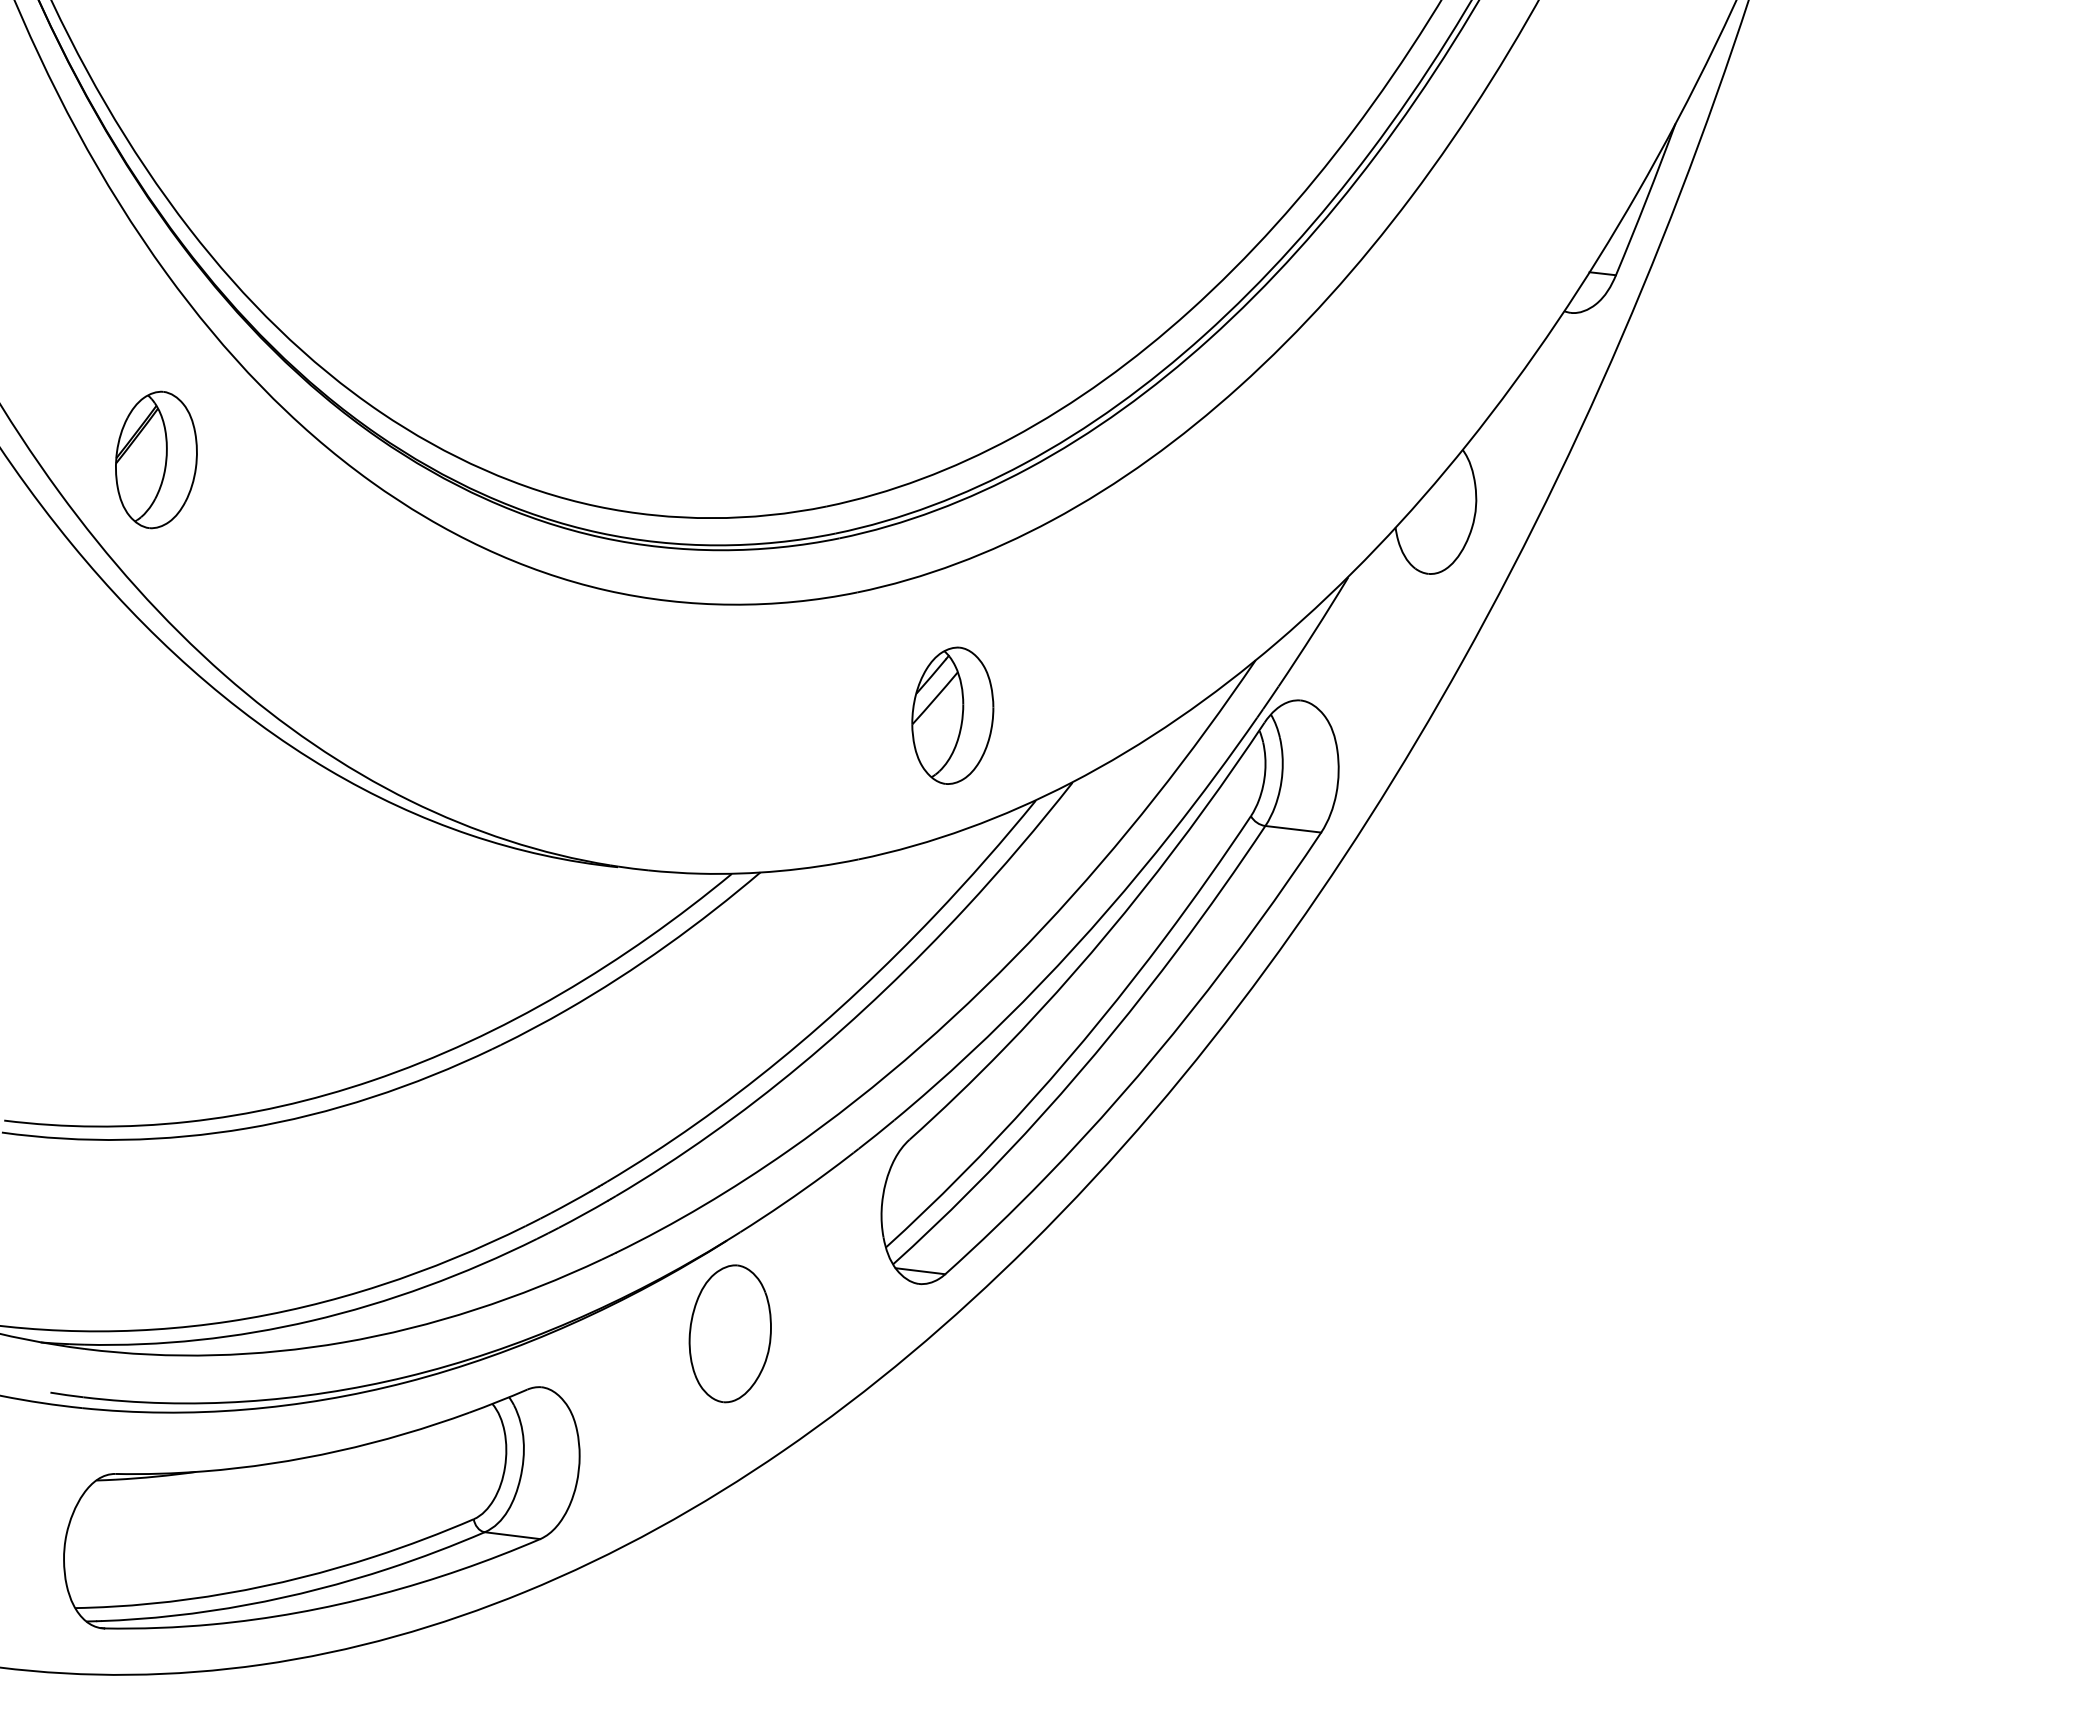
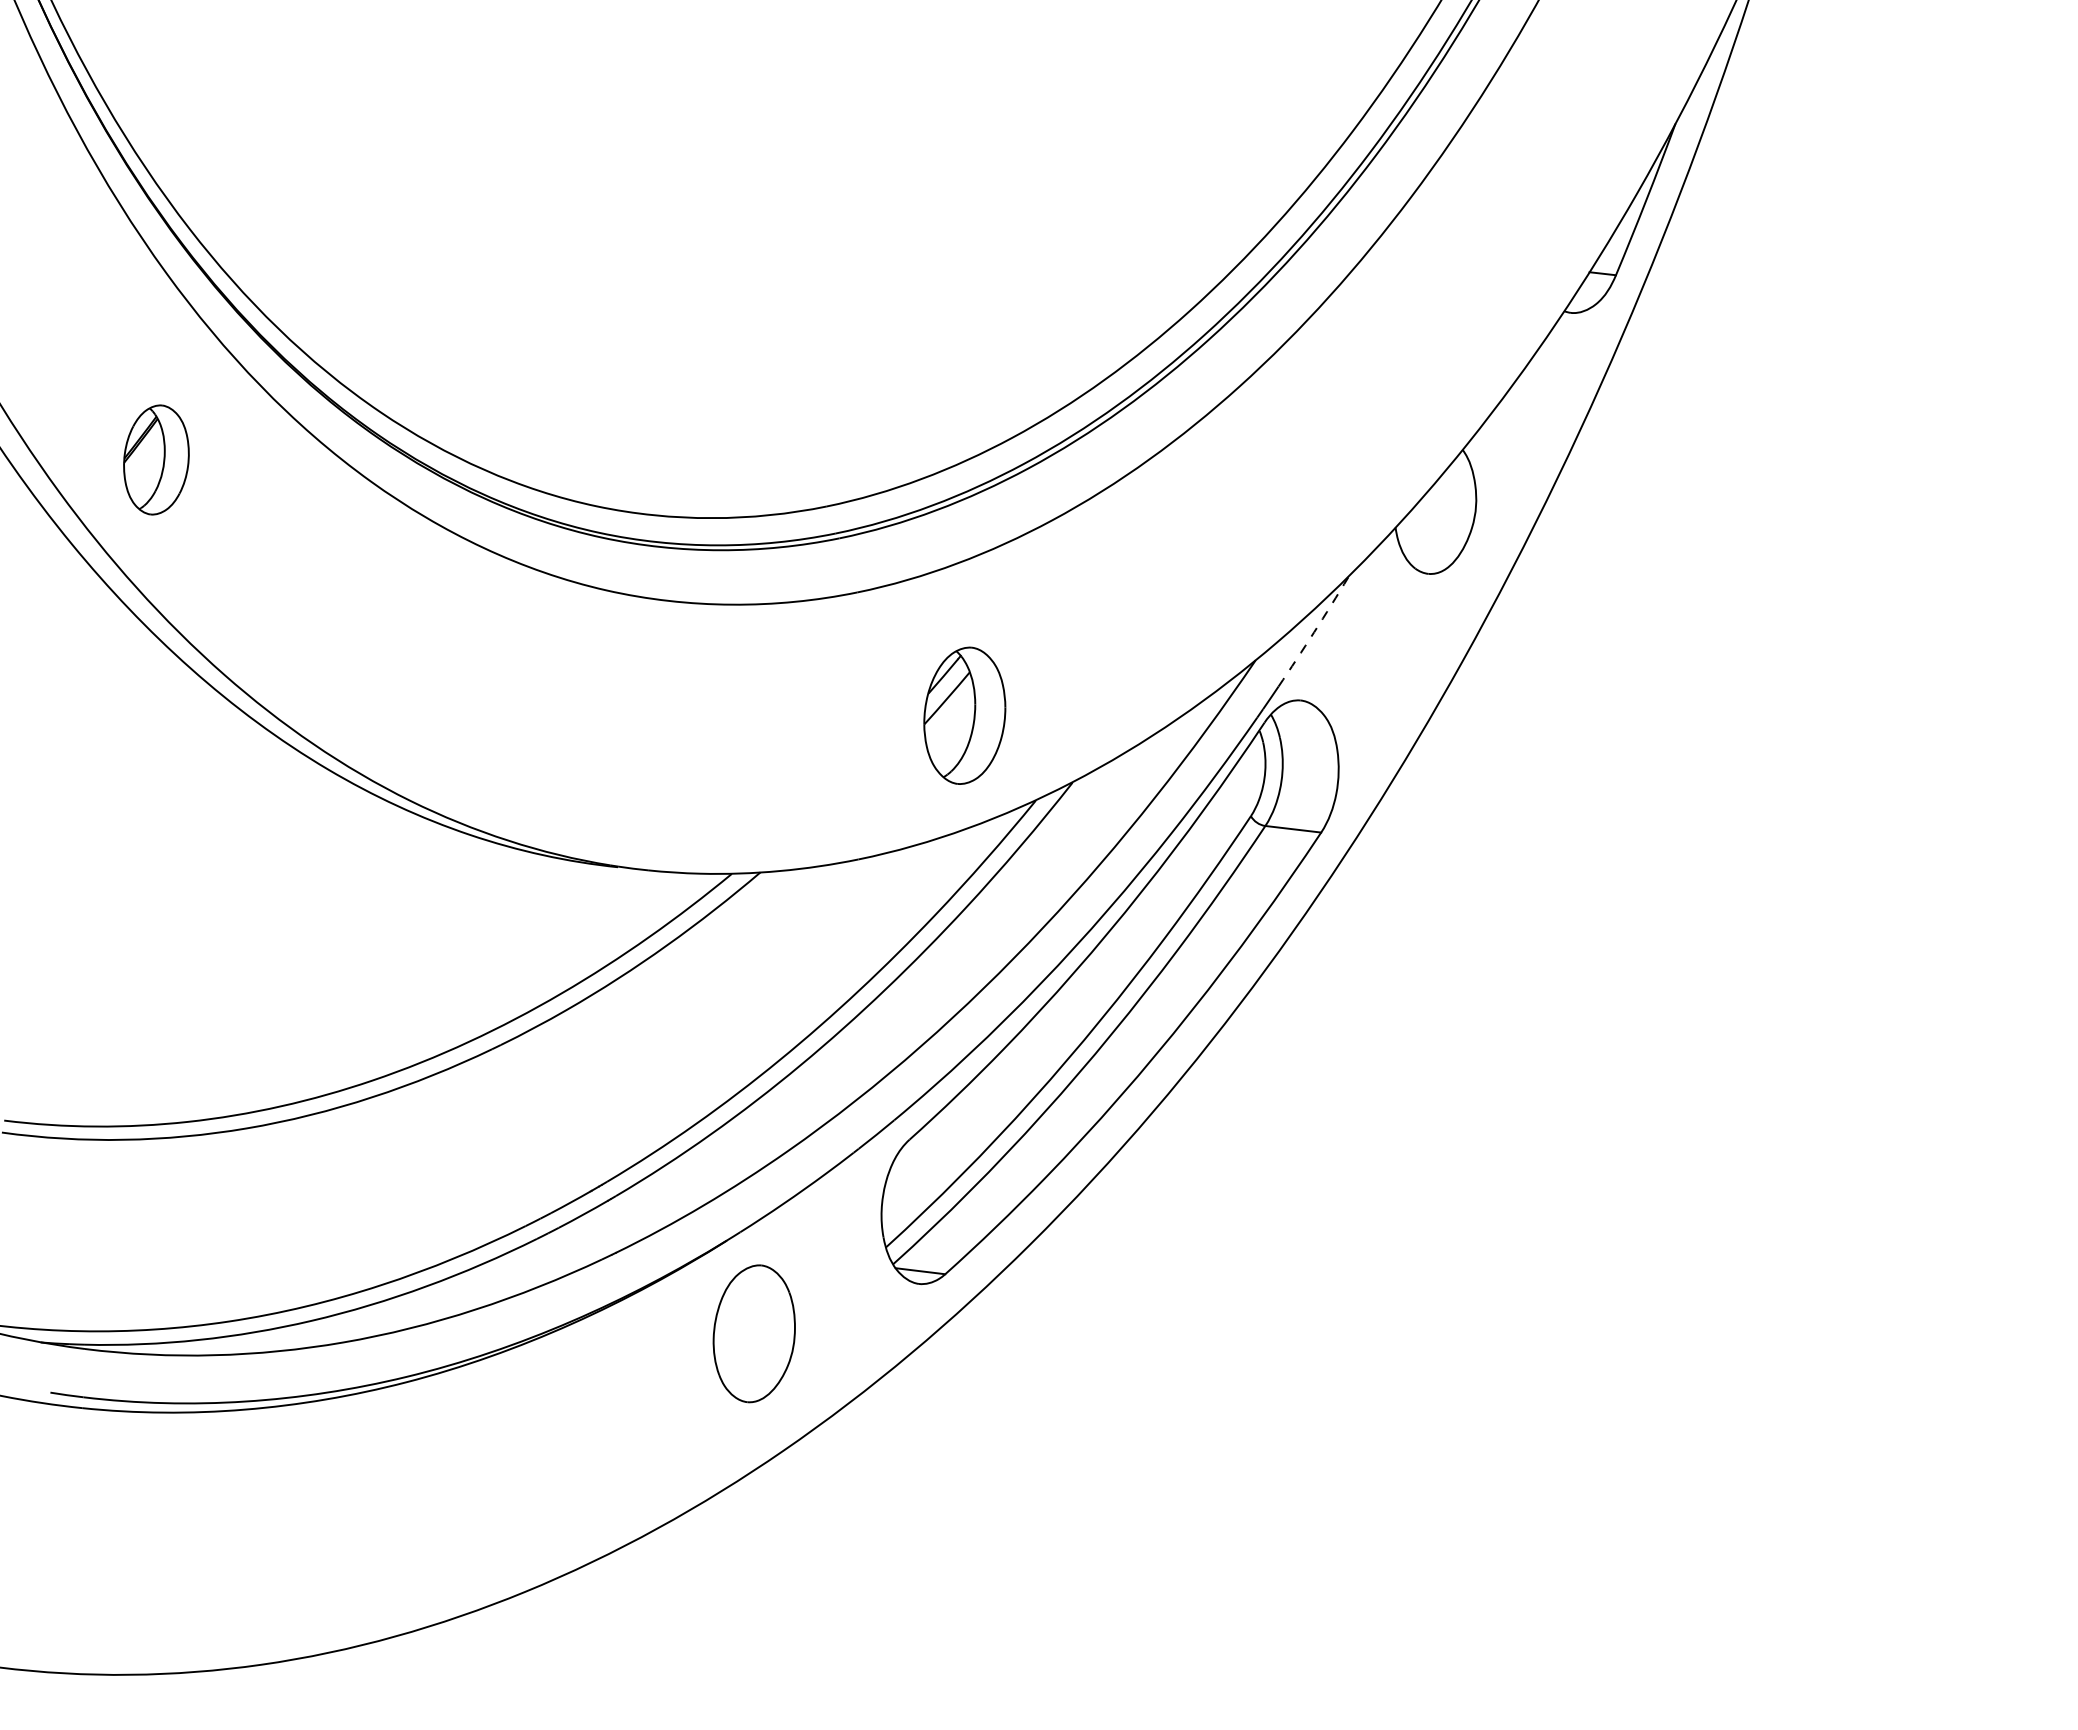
part at (156, 459) size: 83x140 px -> 67x112 px
arc at (1314, 632): solid -> dashed
part at (952, 715) position: (952, 715) -> (964, 715)
part at (729, 1333) position: (729, 1333) -> (753, 1333)
part at (321, 1507): present -> none
